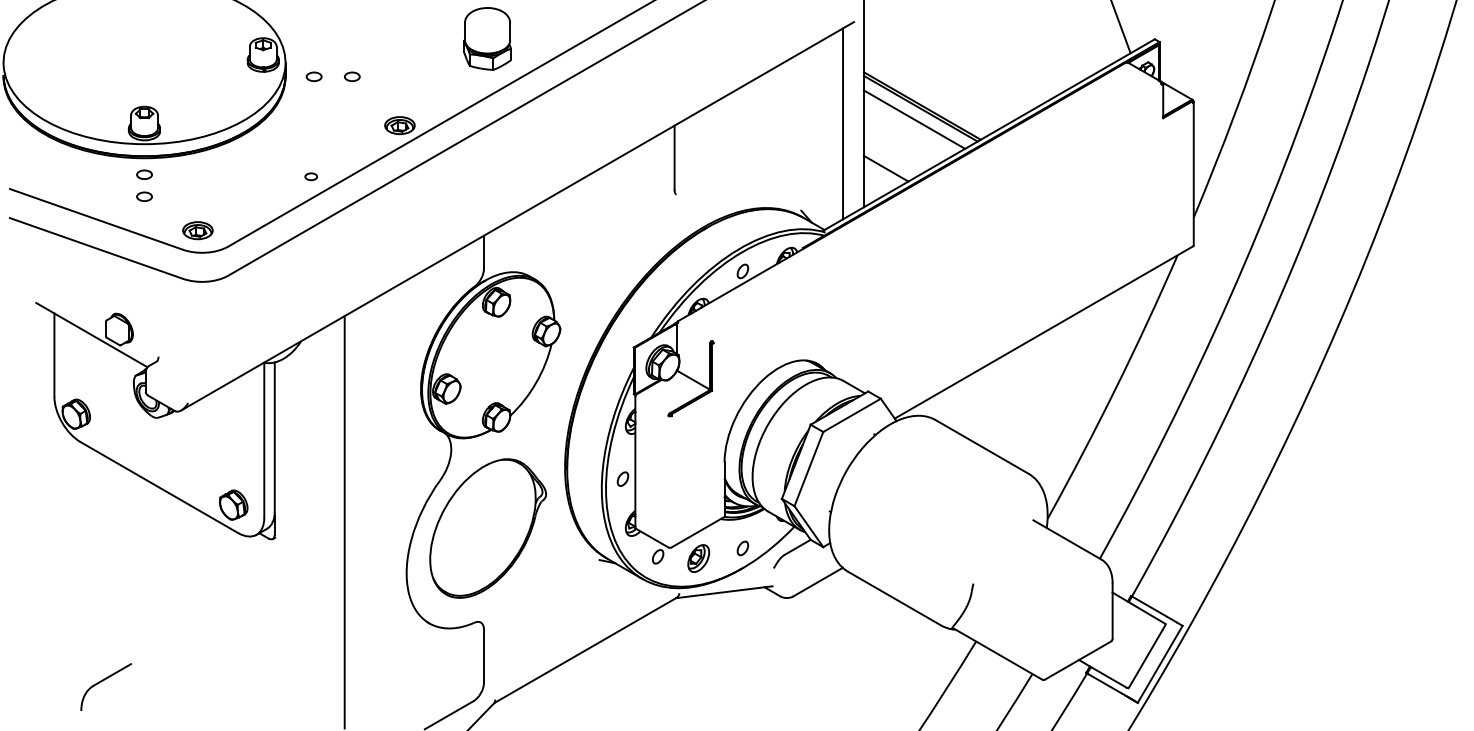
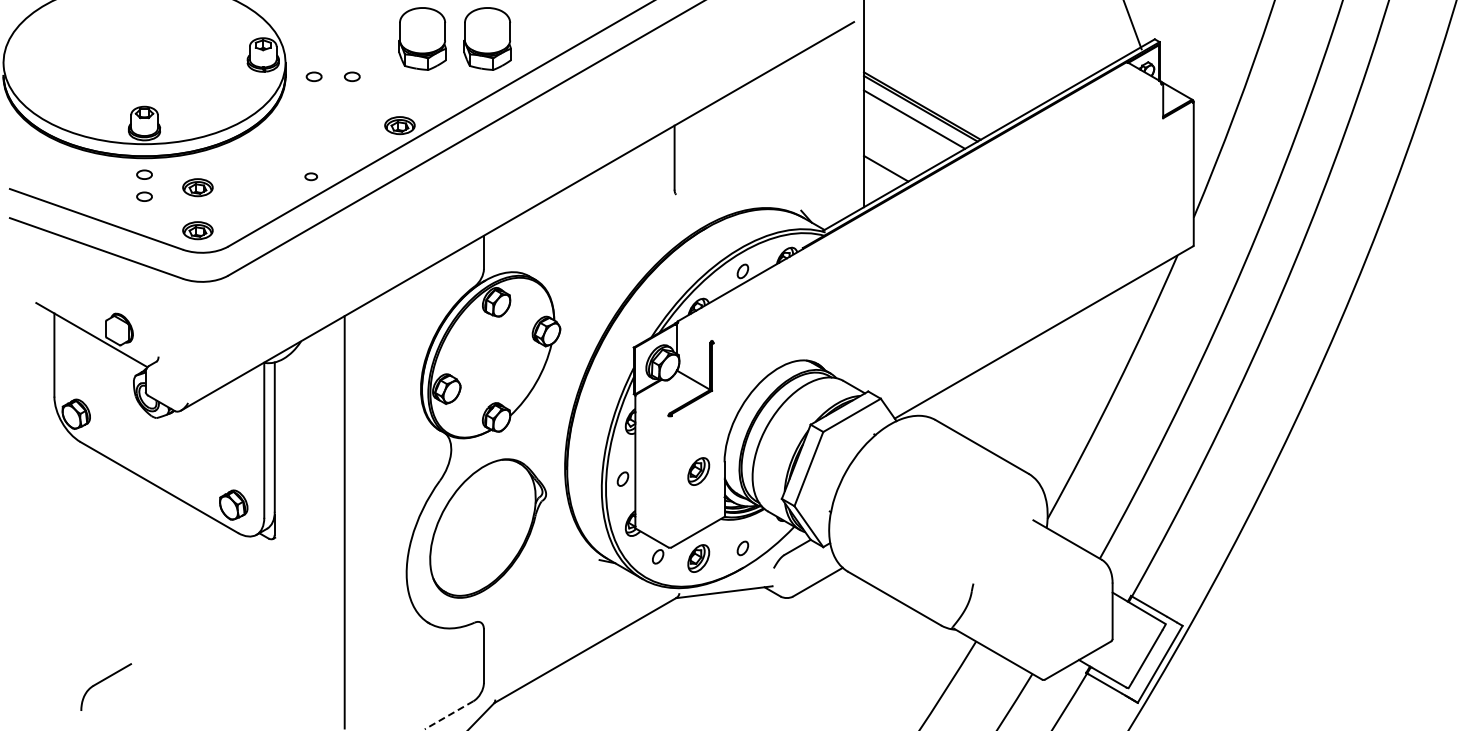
line at (1120, 27) position: (1120, 27) -> (1132, 25)
part at (422, 38): none -> present
line at (843, 123): present -> none
part at (197, 187): none -> present
part at (698, 471): none -> present
line at (448, 715): solid -> dashed
